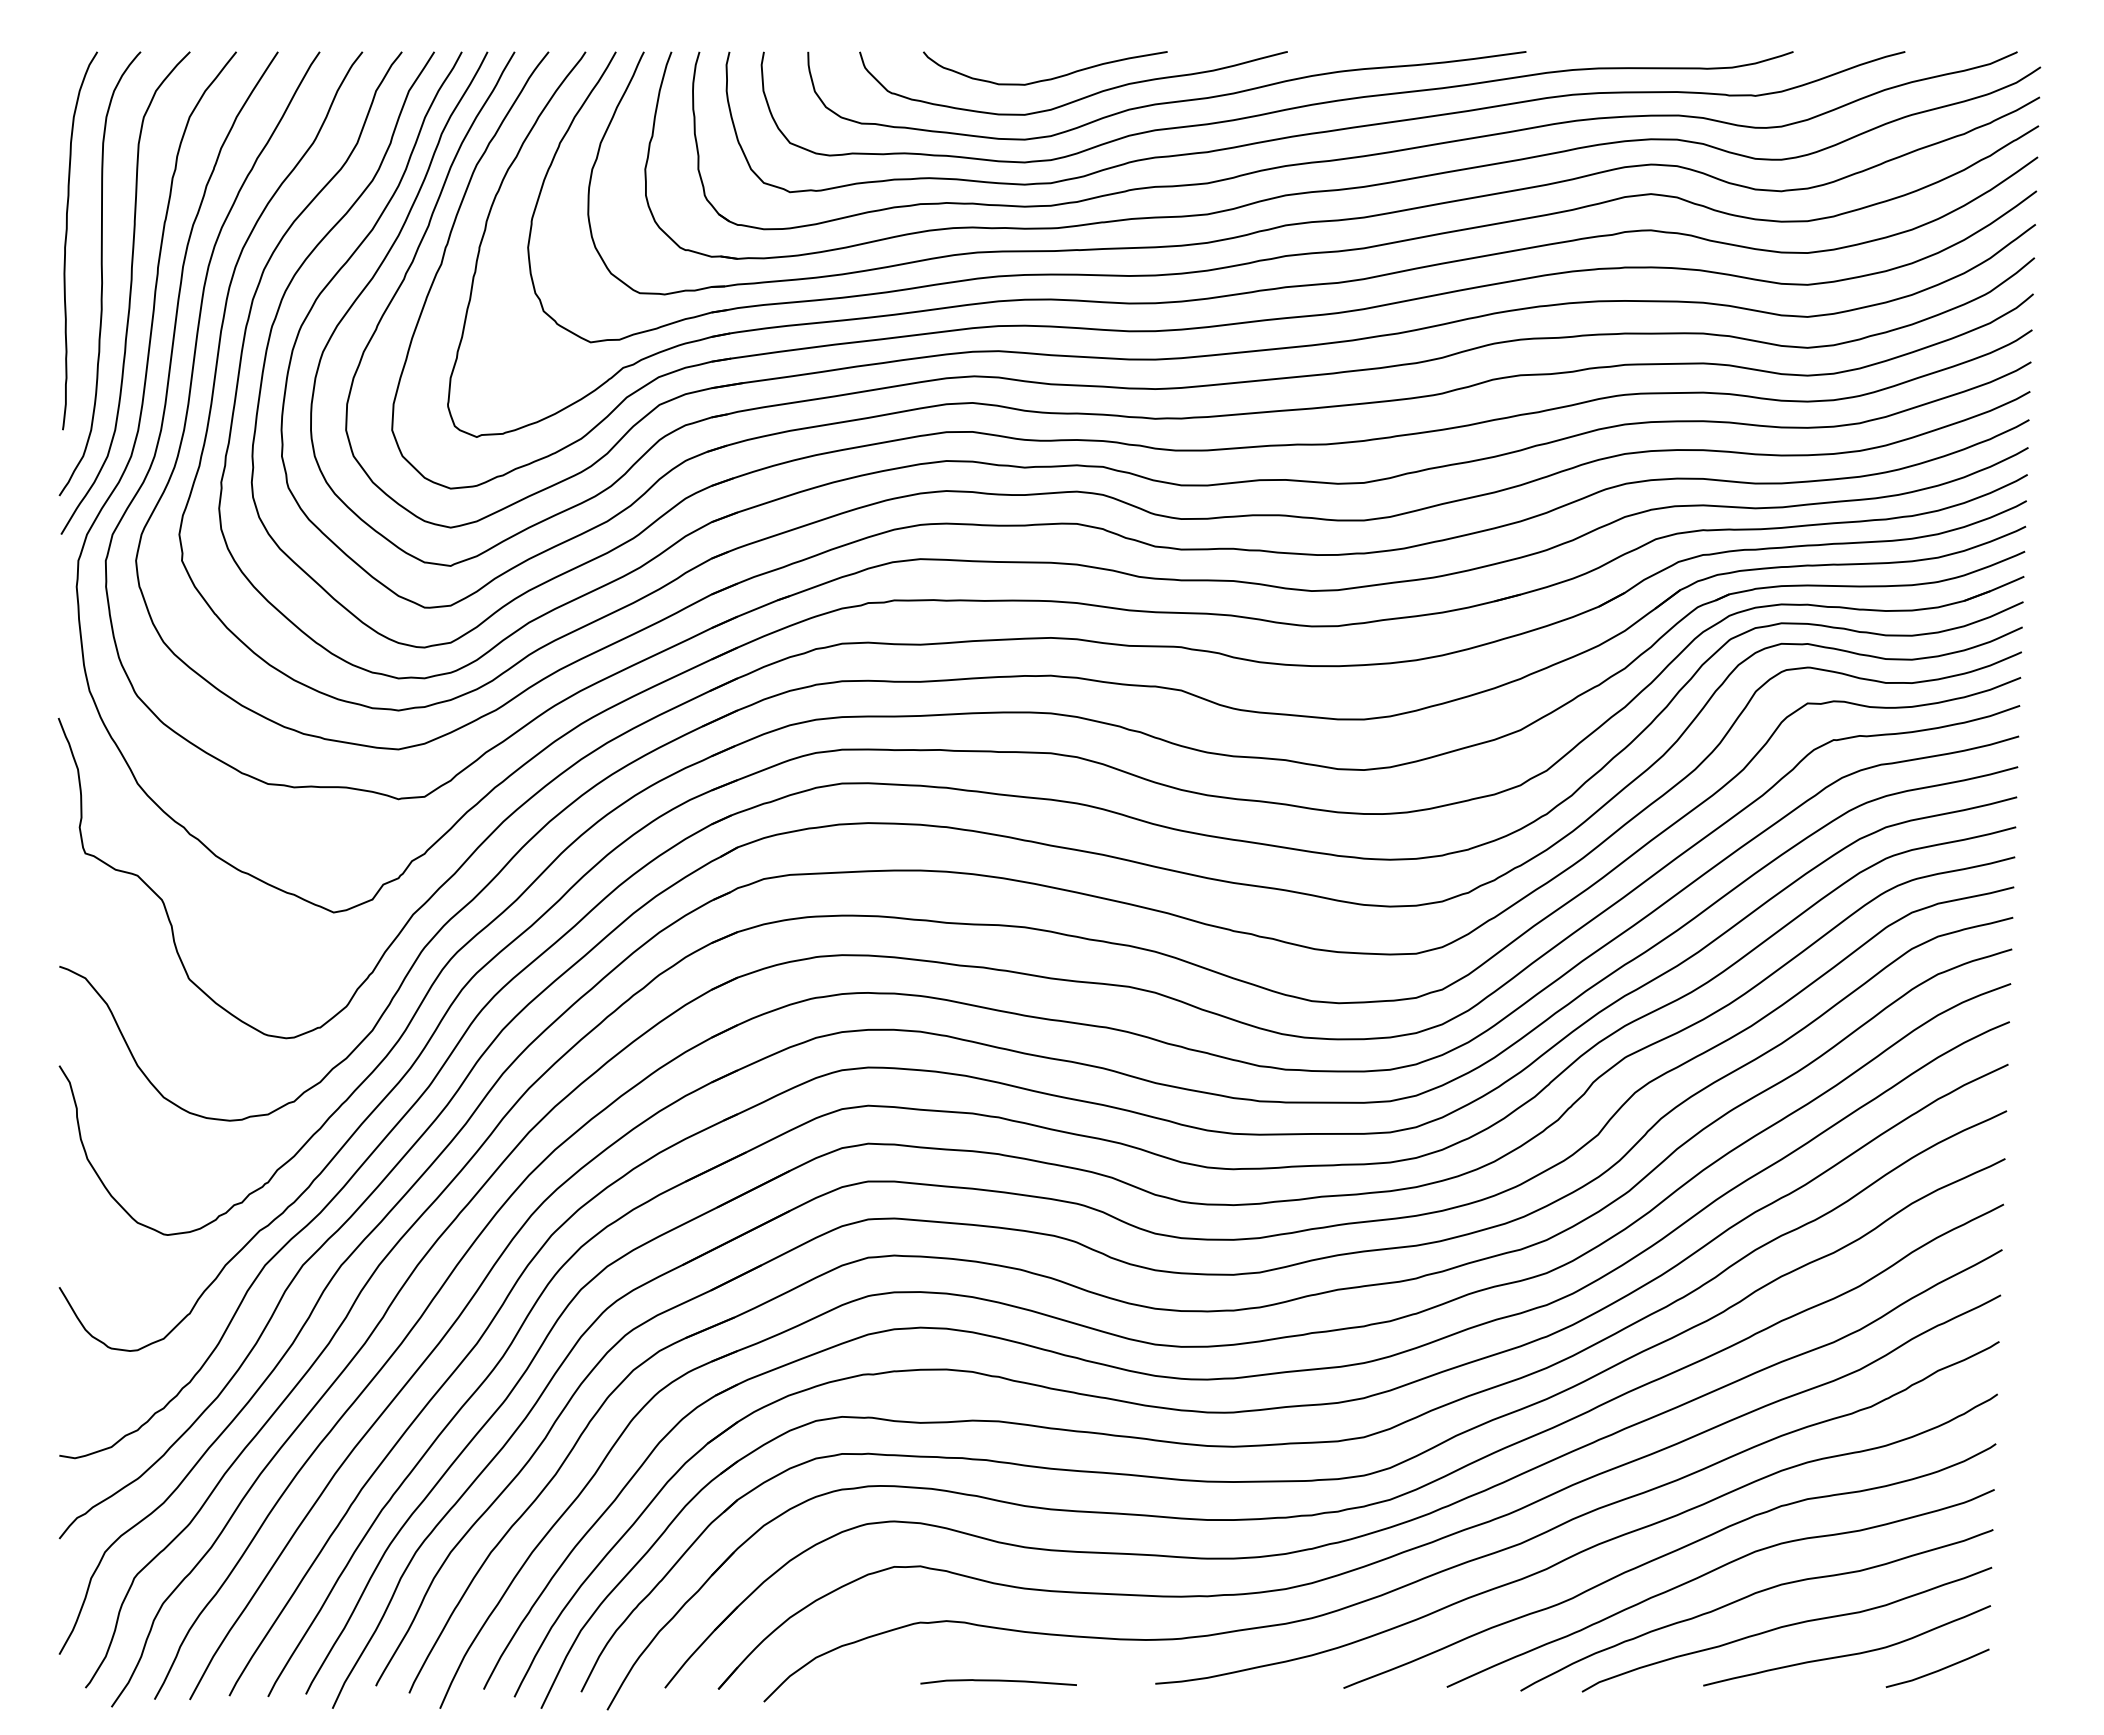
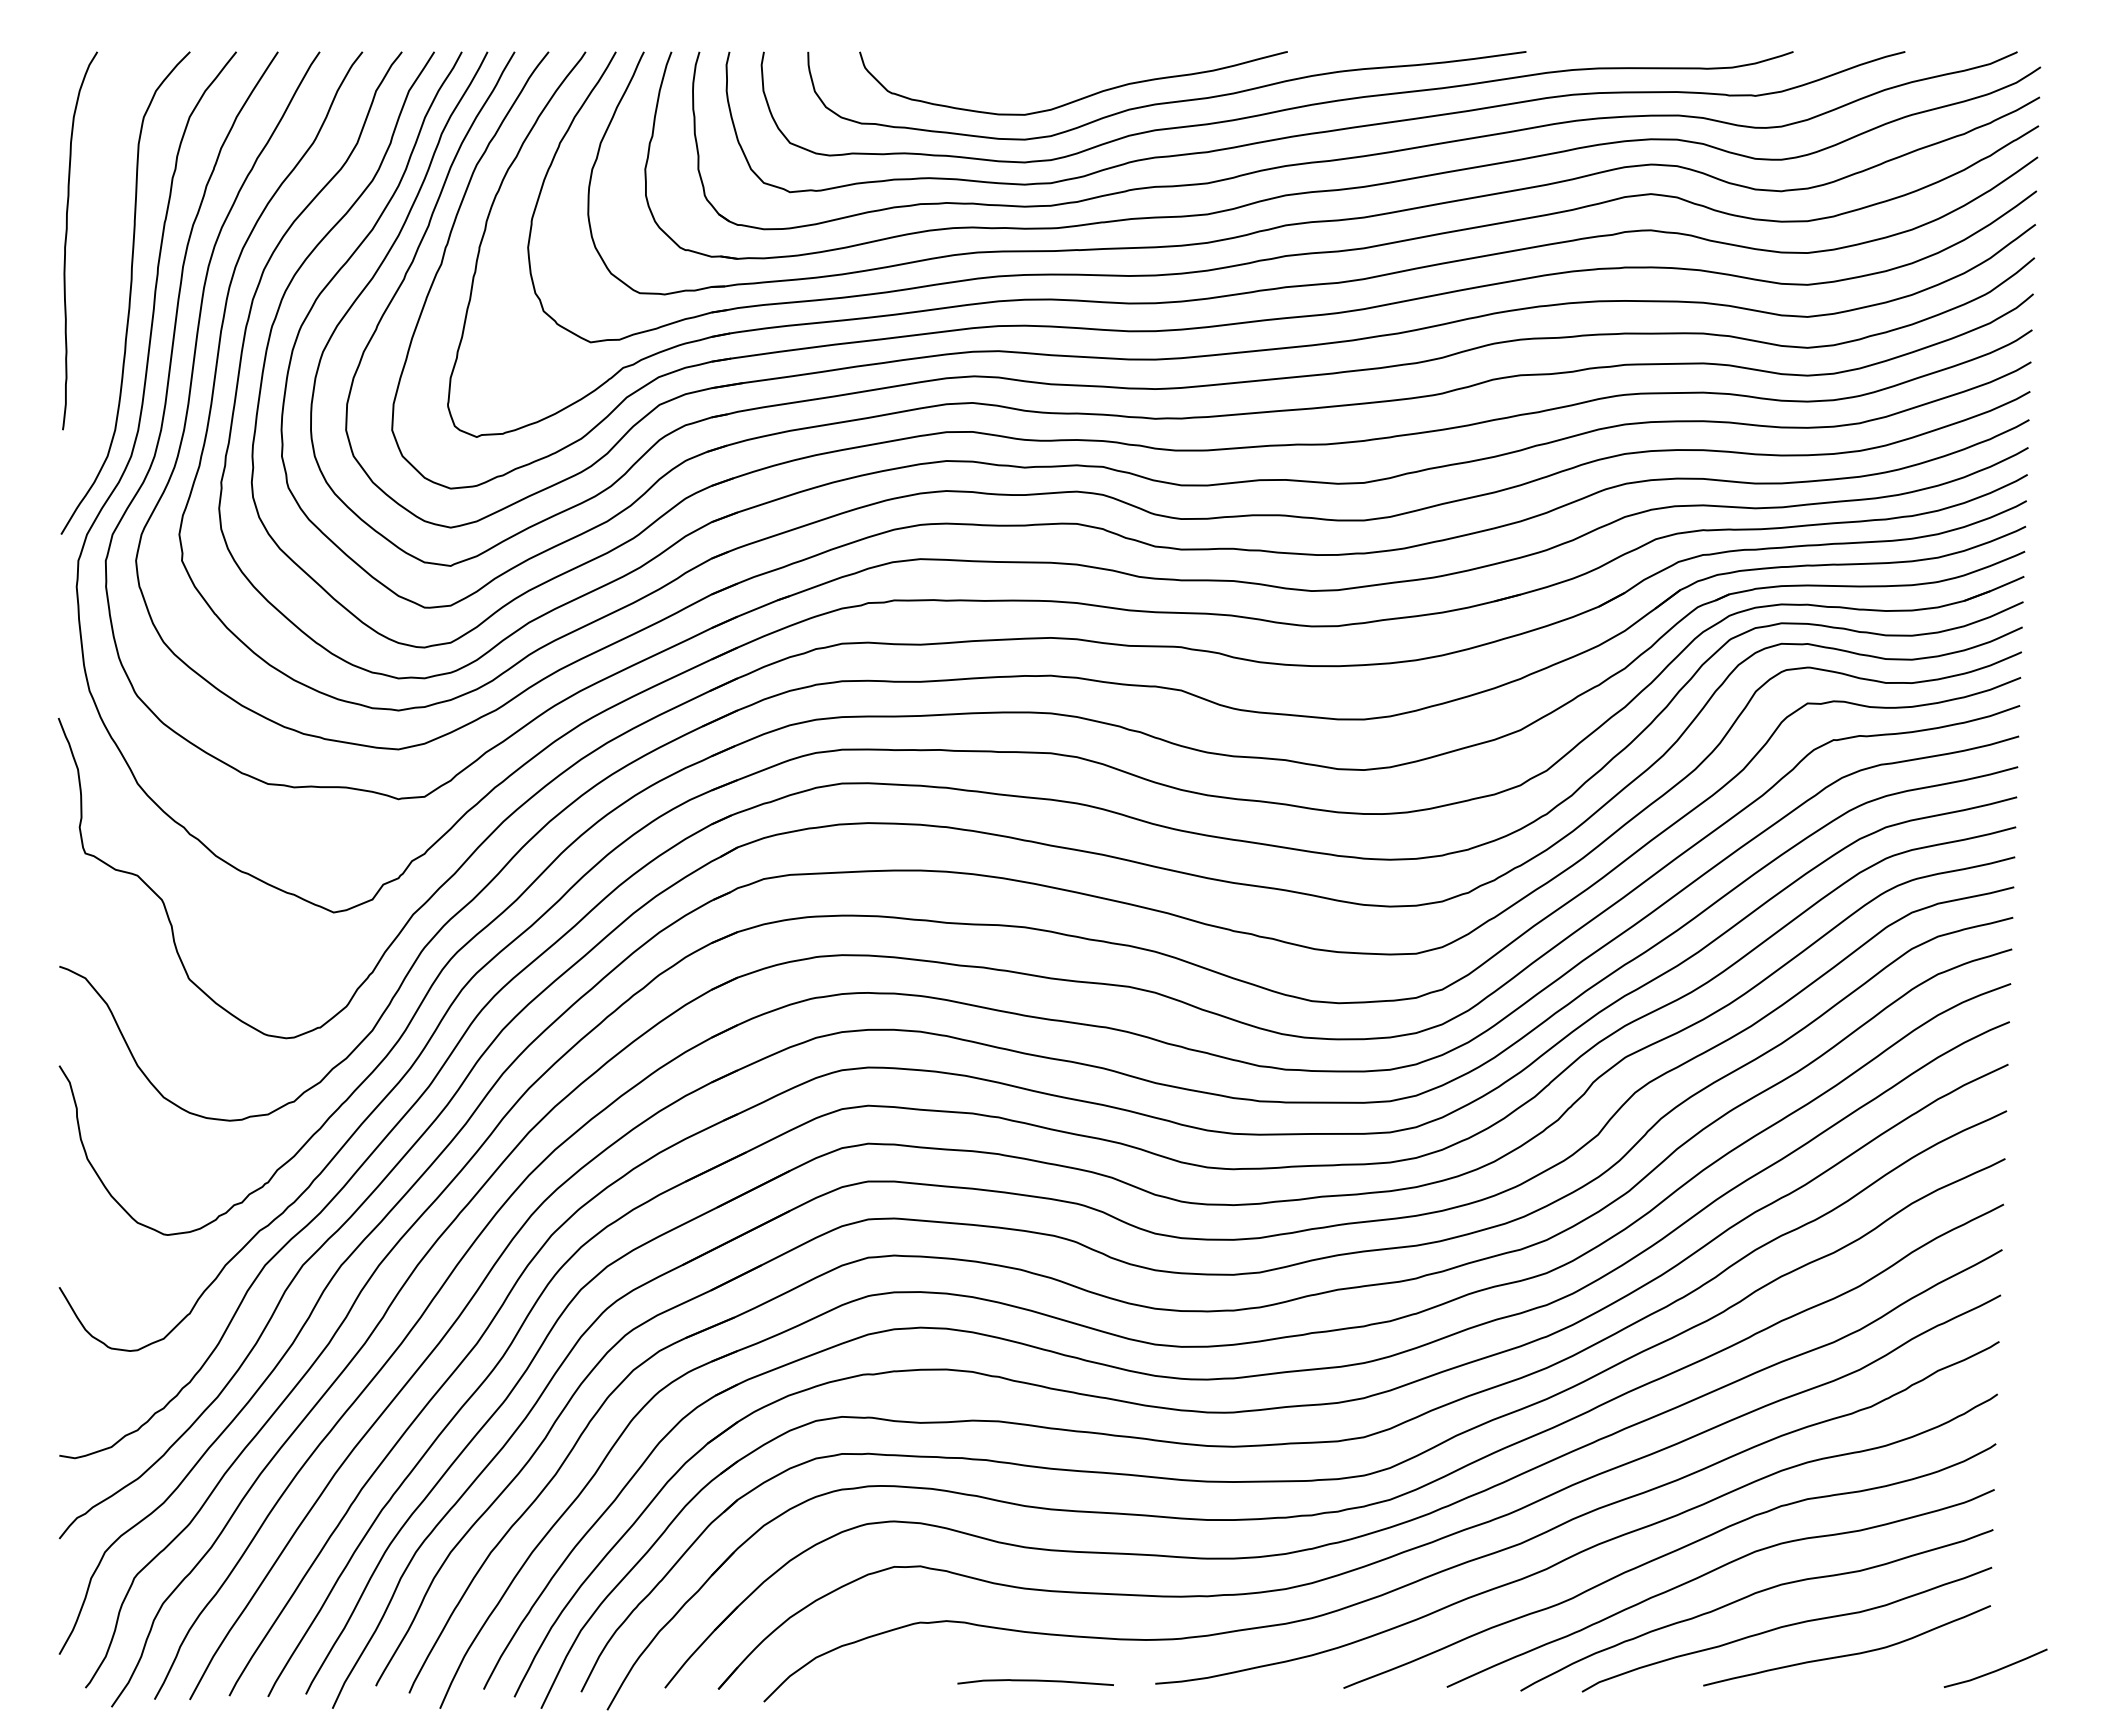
curve at (1048, 78): present -> none
curve at (101, 273): present -> none
line at (1938, 1669) position: (1938, 1669) -> (1996, 1669)
curve at (998, 1681) position: (998, 1681) -> (1035, 1681)
